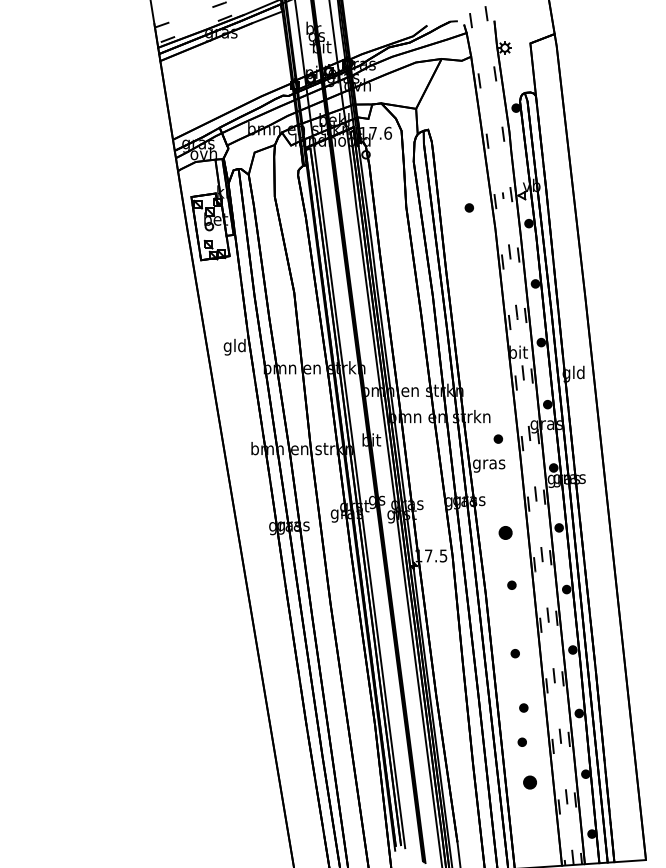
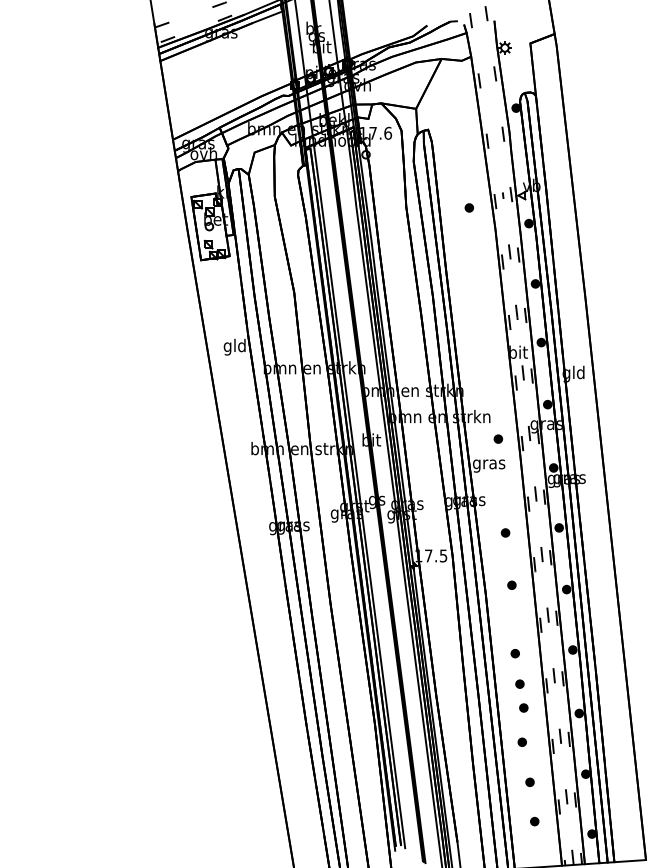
part at (505, 532) size: 15x14 px -> 11x10 px
part at (519, 683): none -> present
part at (529, 782) size: 14x15 px -> 10x10 px
part at (534, 821): none -> present
